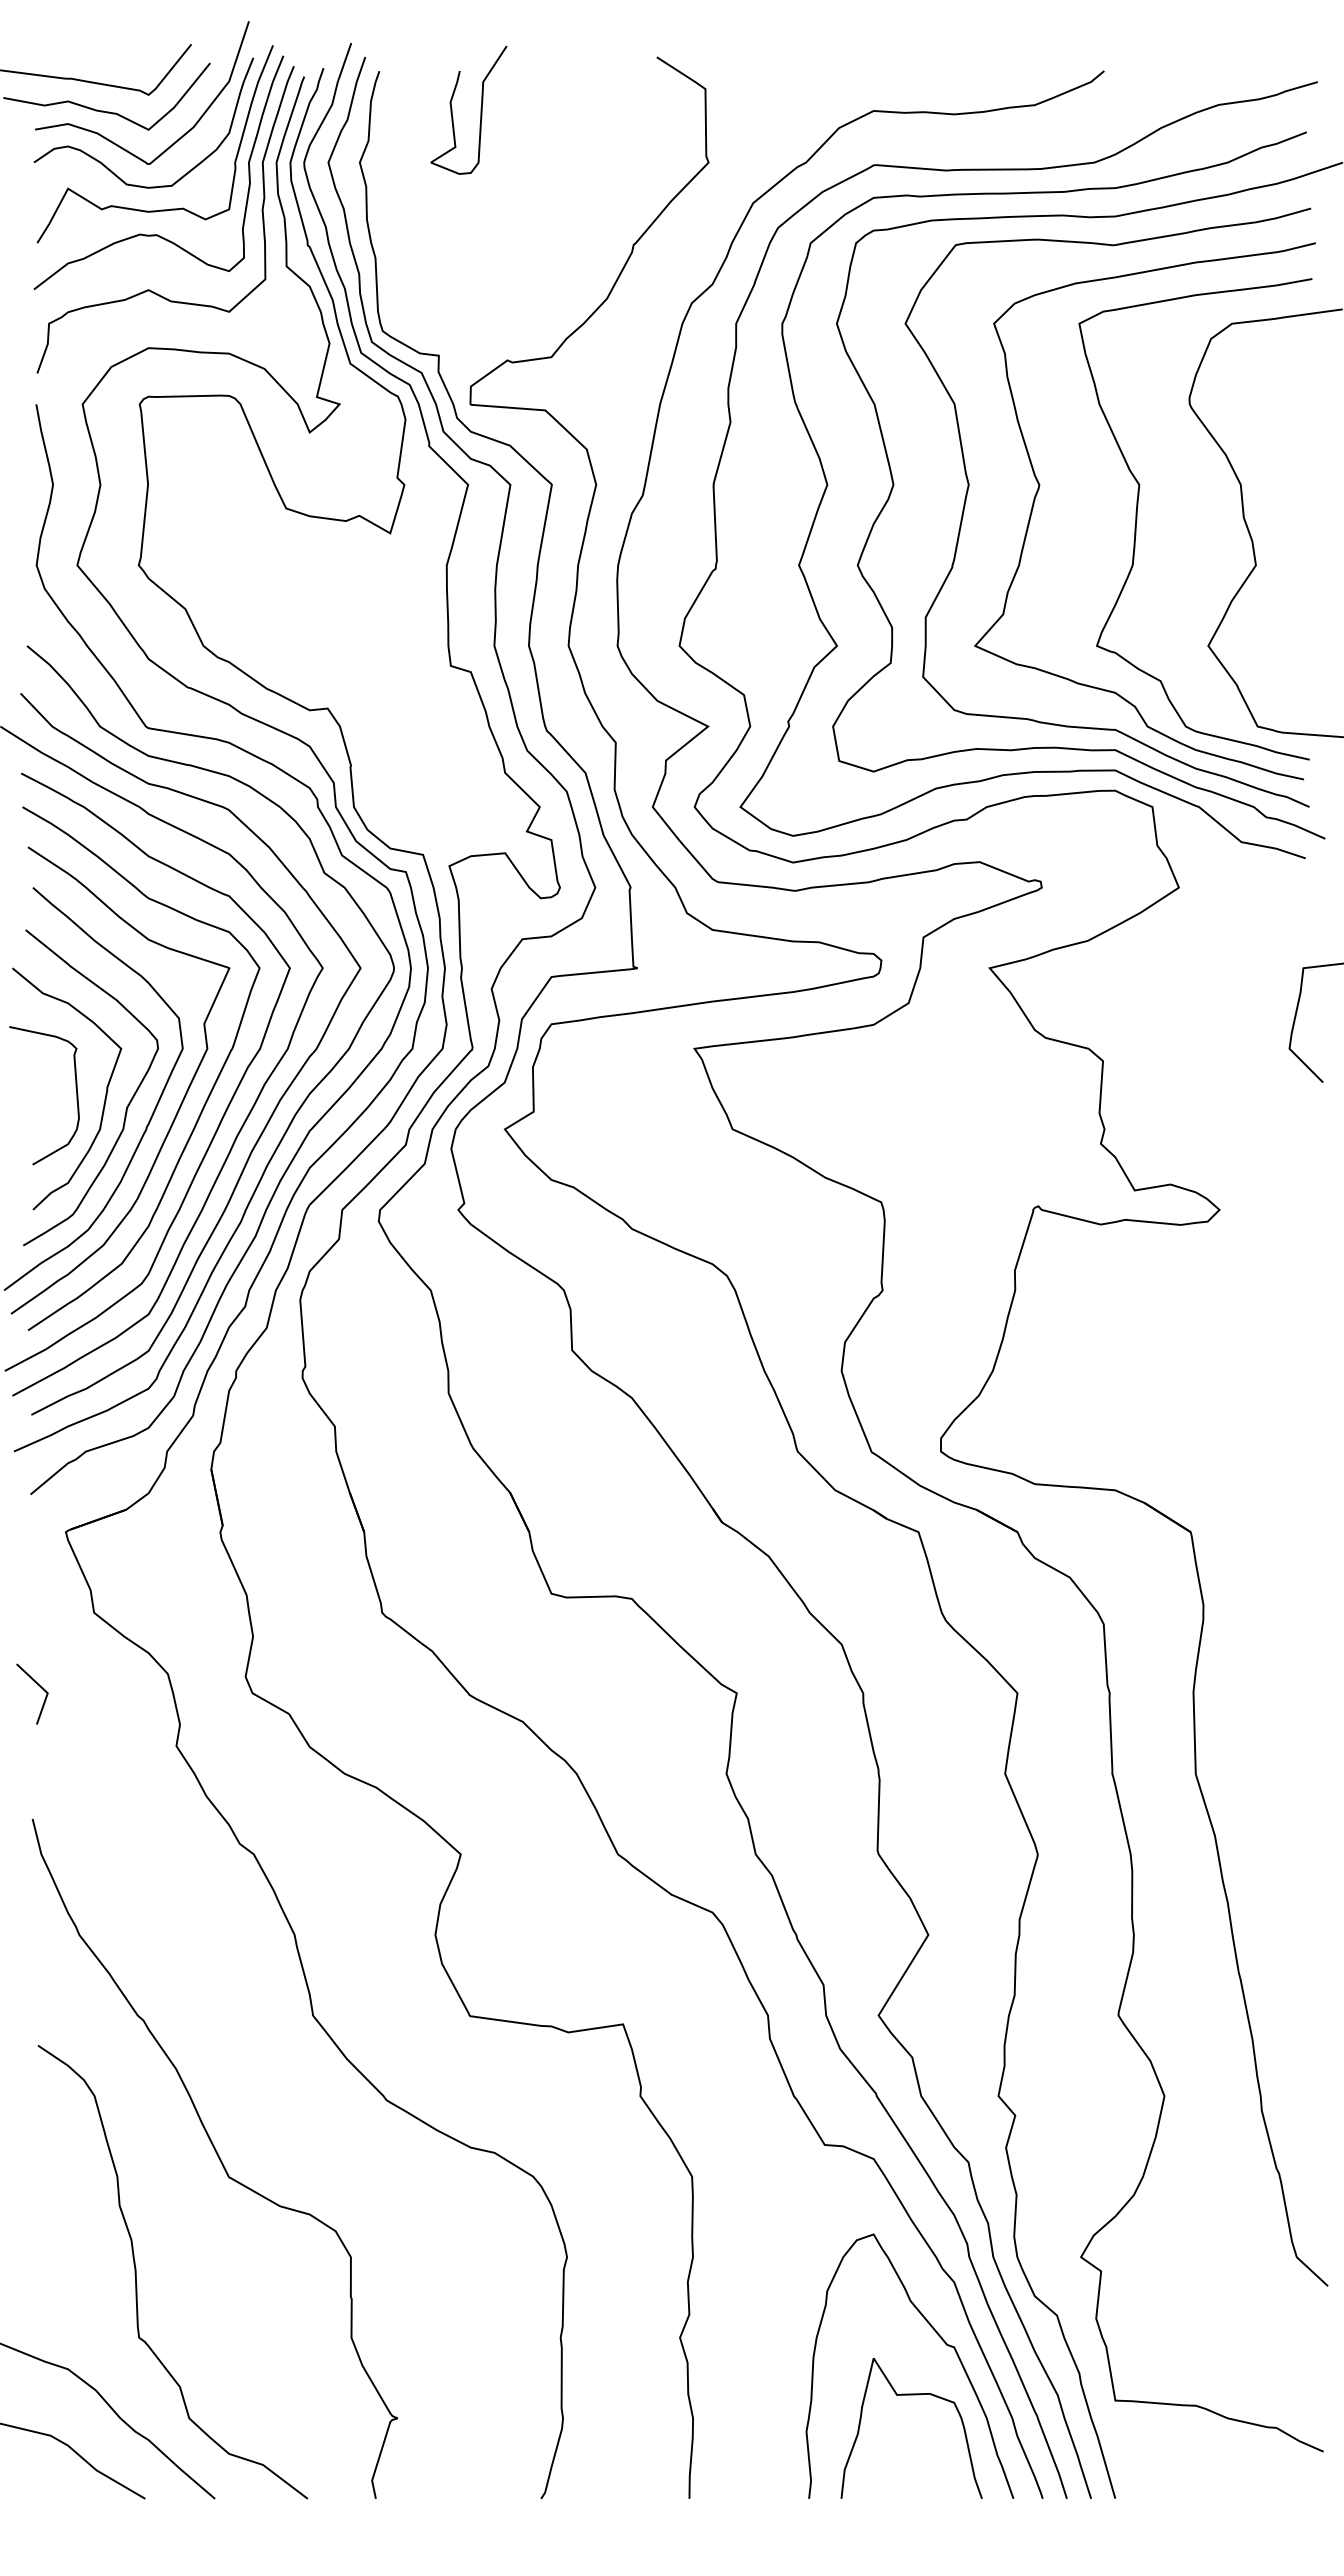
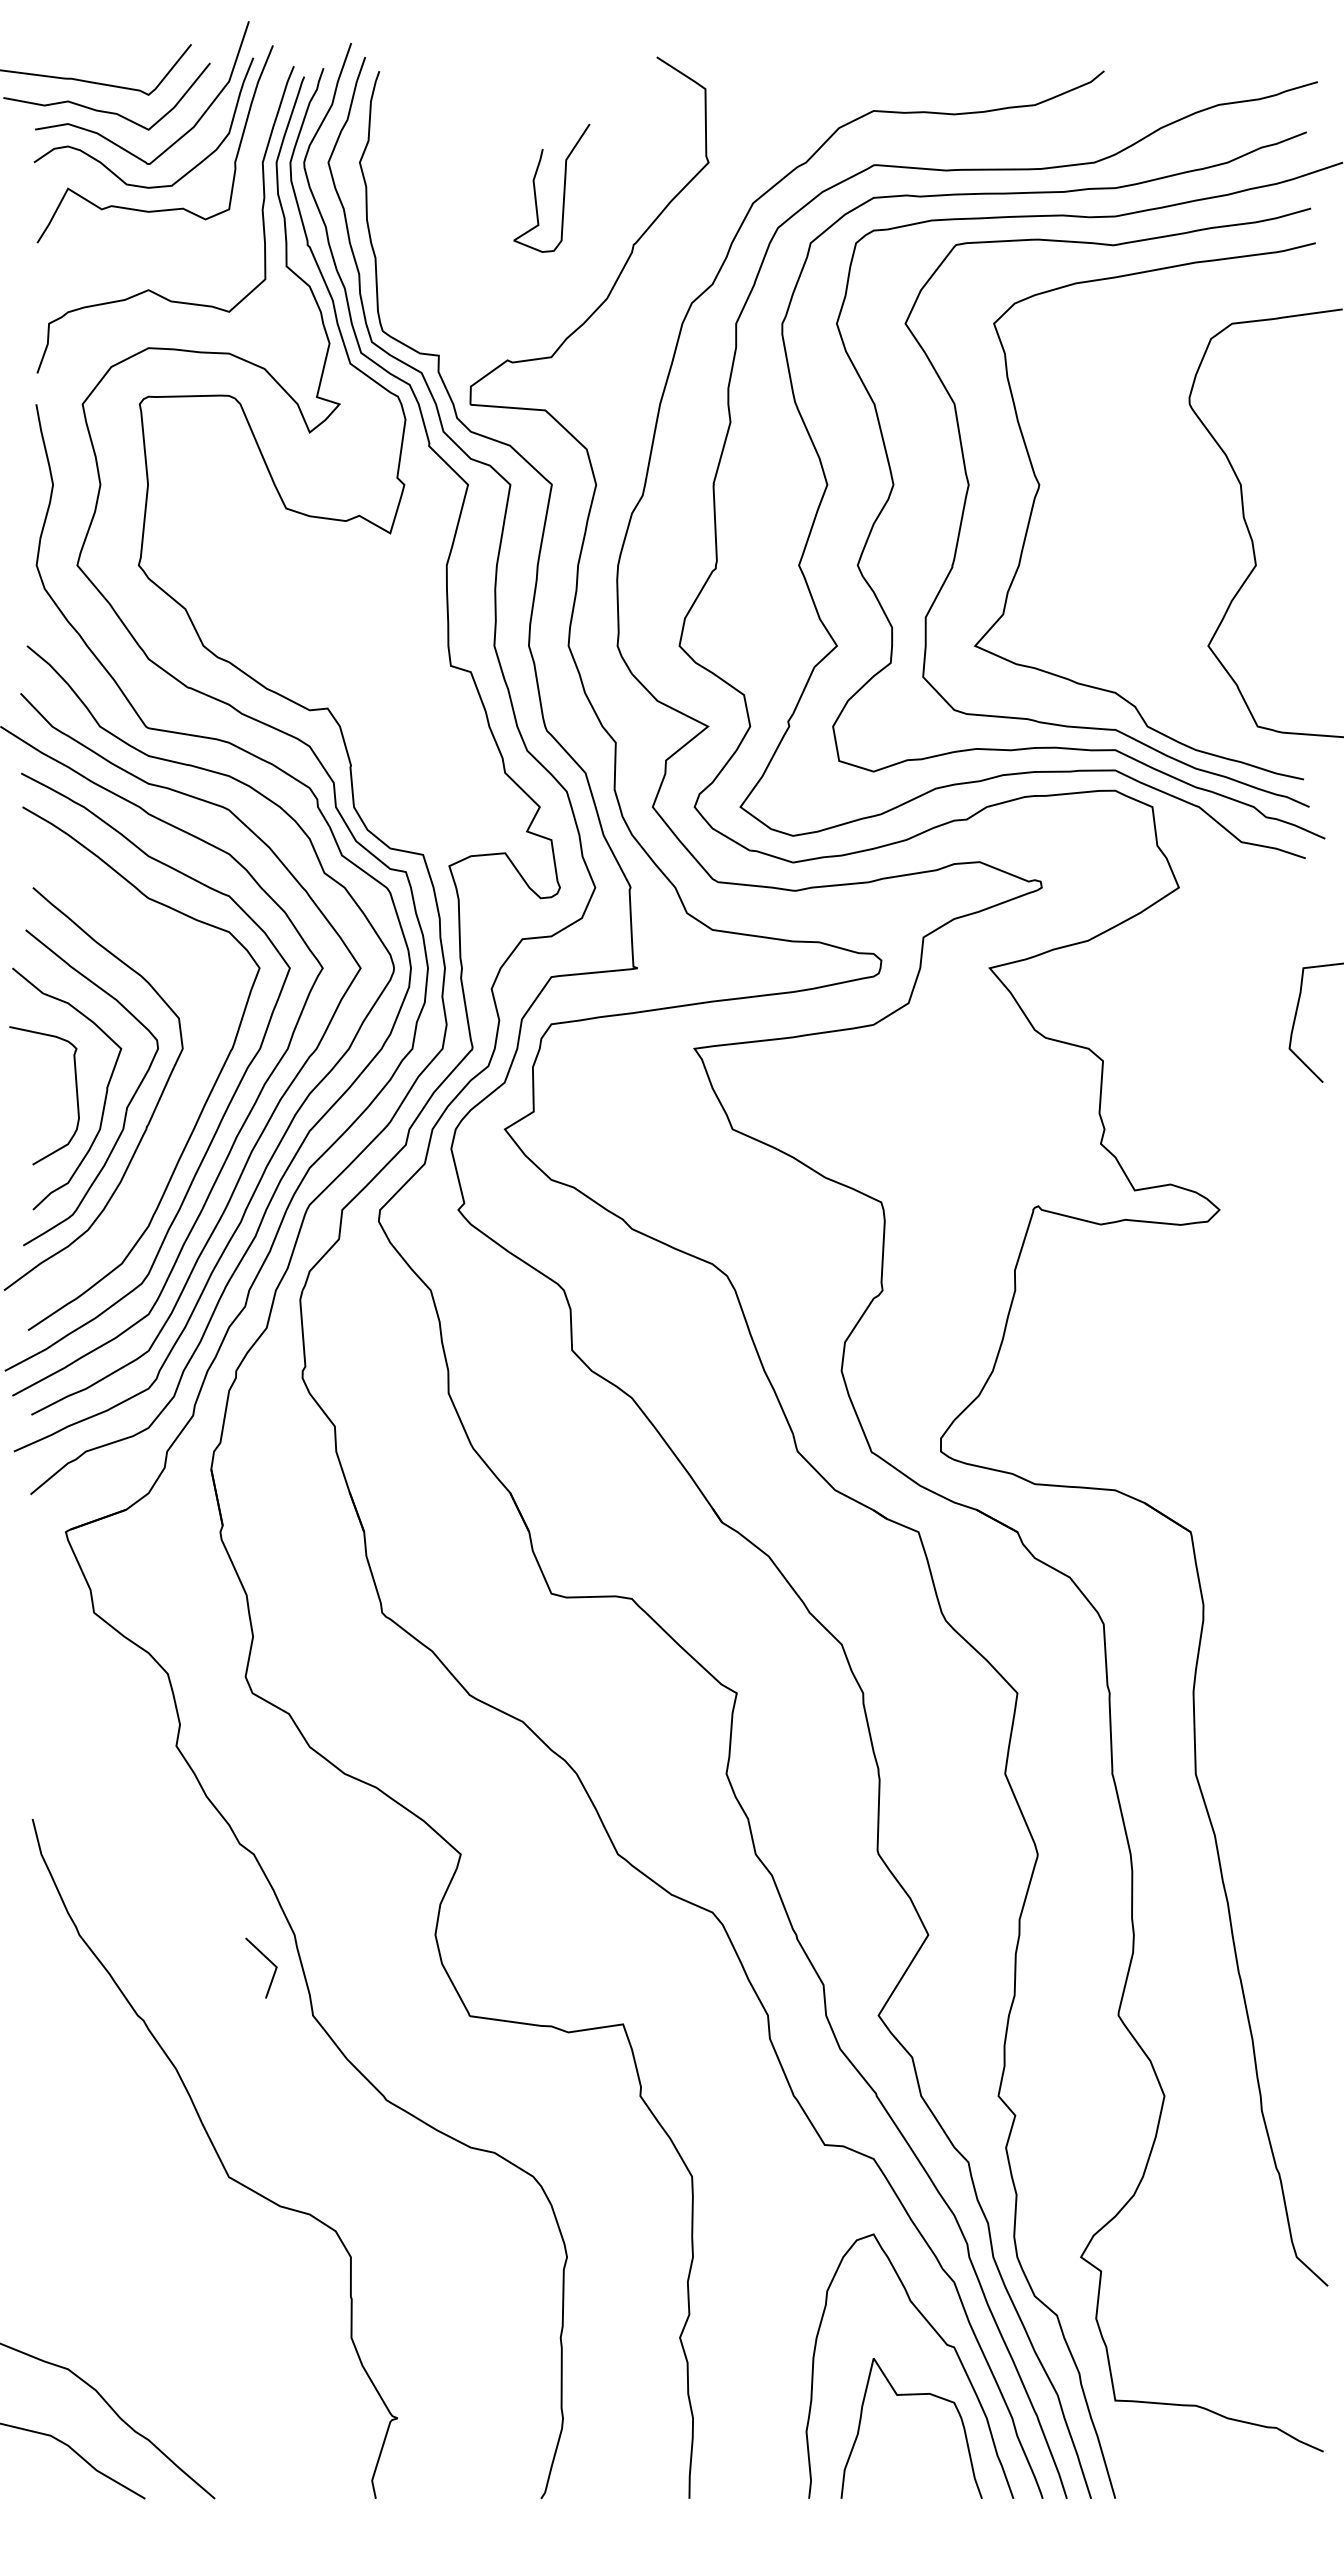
curve at (480, 109) position: (480, 109) -> (563, 187)
curve at (157, 234): present -> none
curve at (1137, 519): present -> none
curve at (179, 1105): present -> none
line at (36, 1684) position: (36, 1684) -> (265, 1958)
curve at (136, 2272): present -> none
